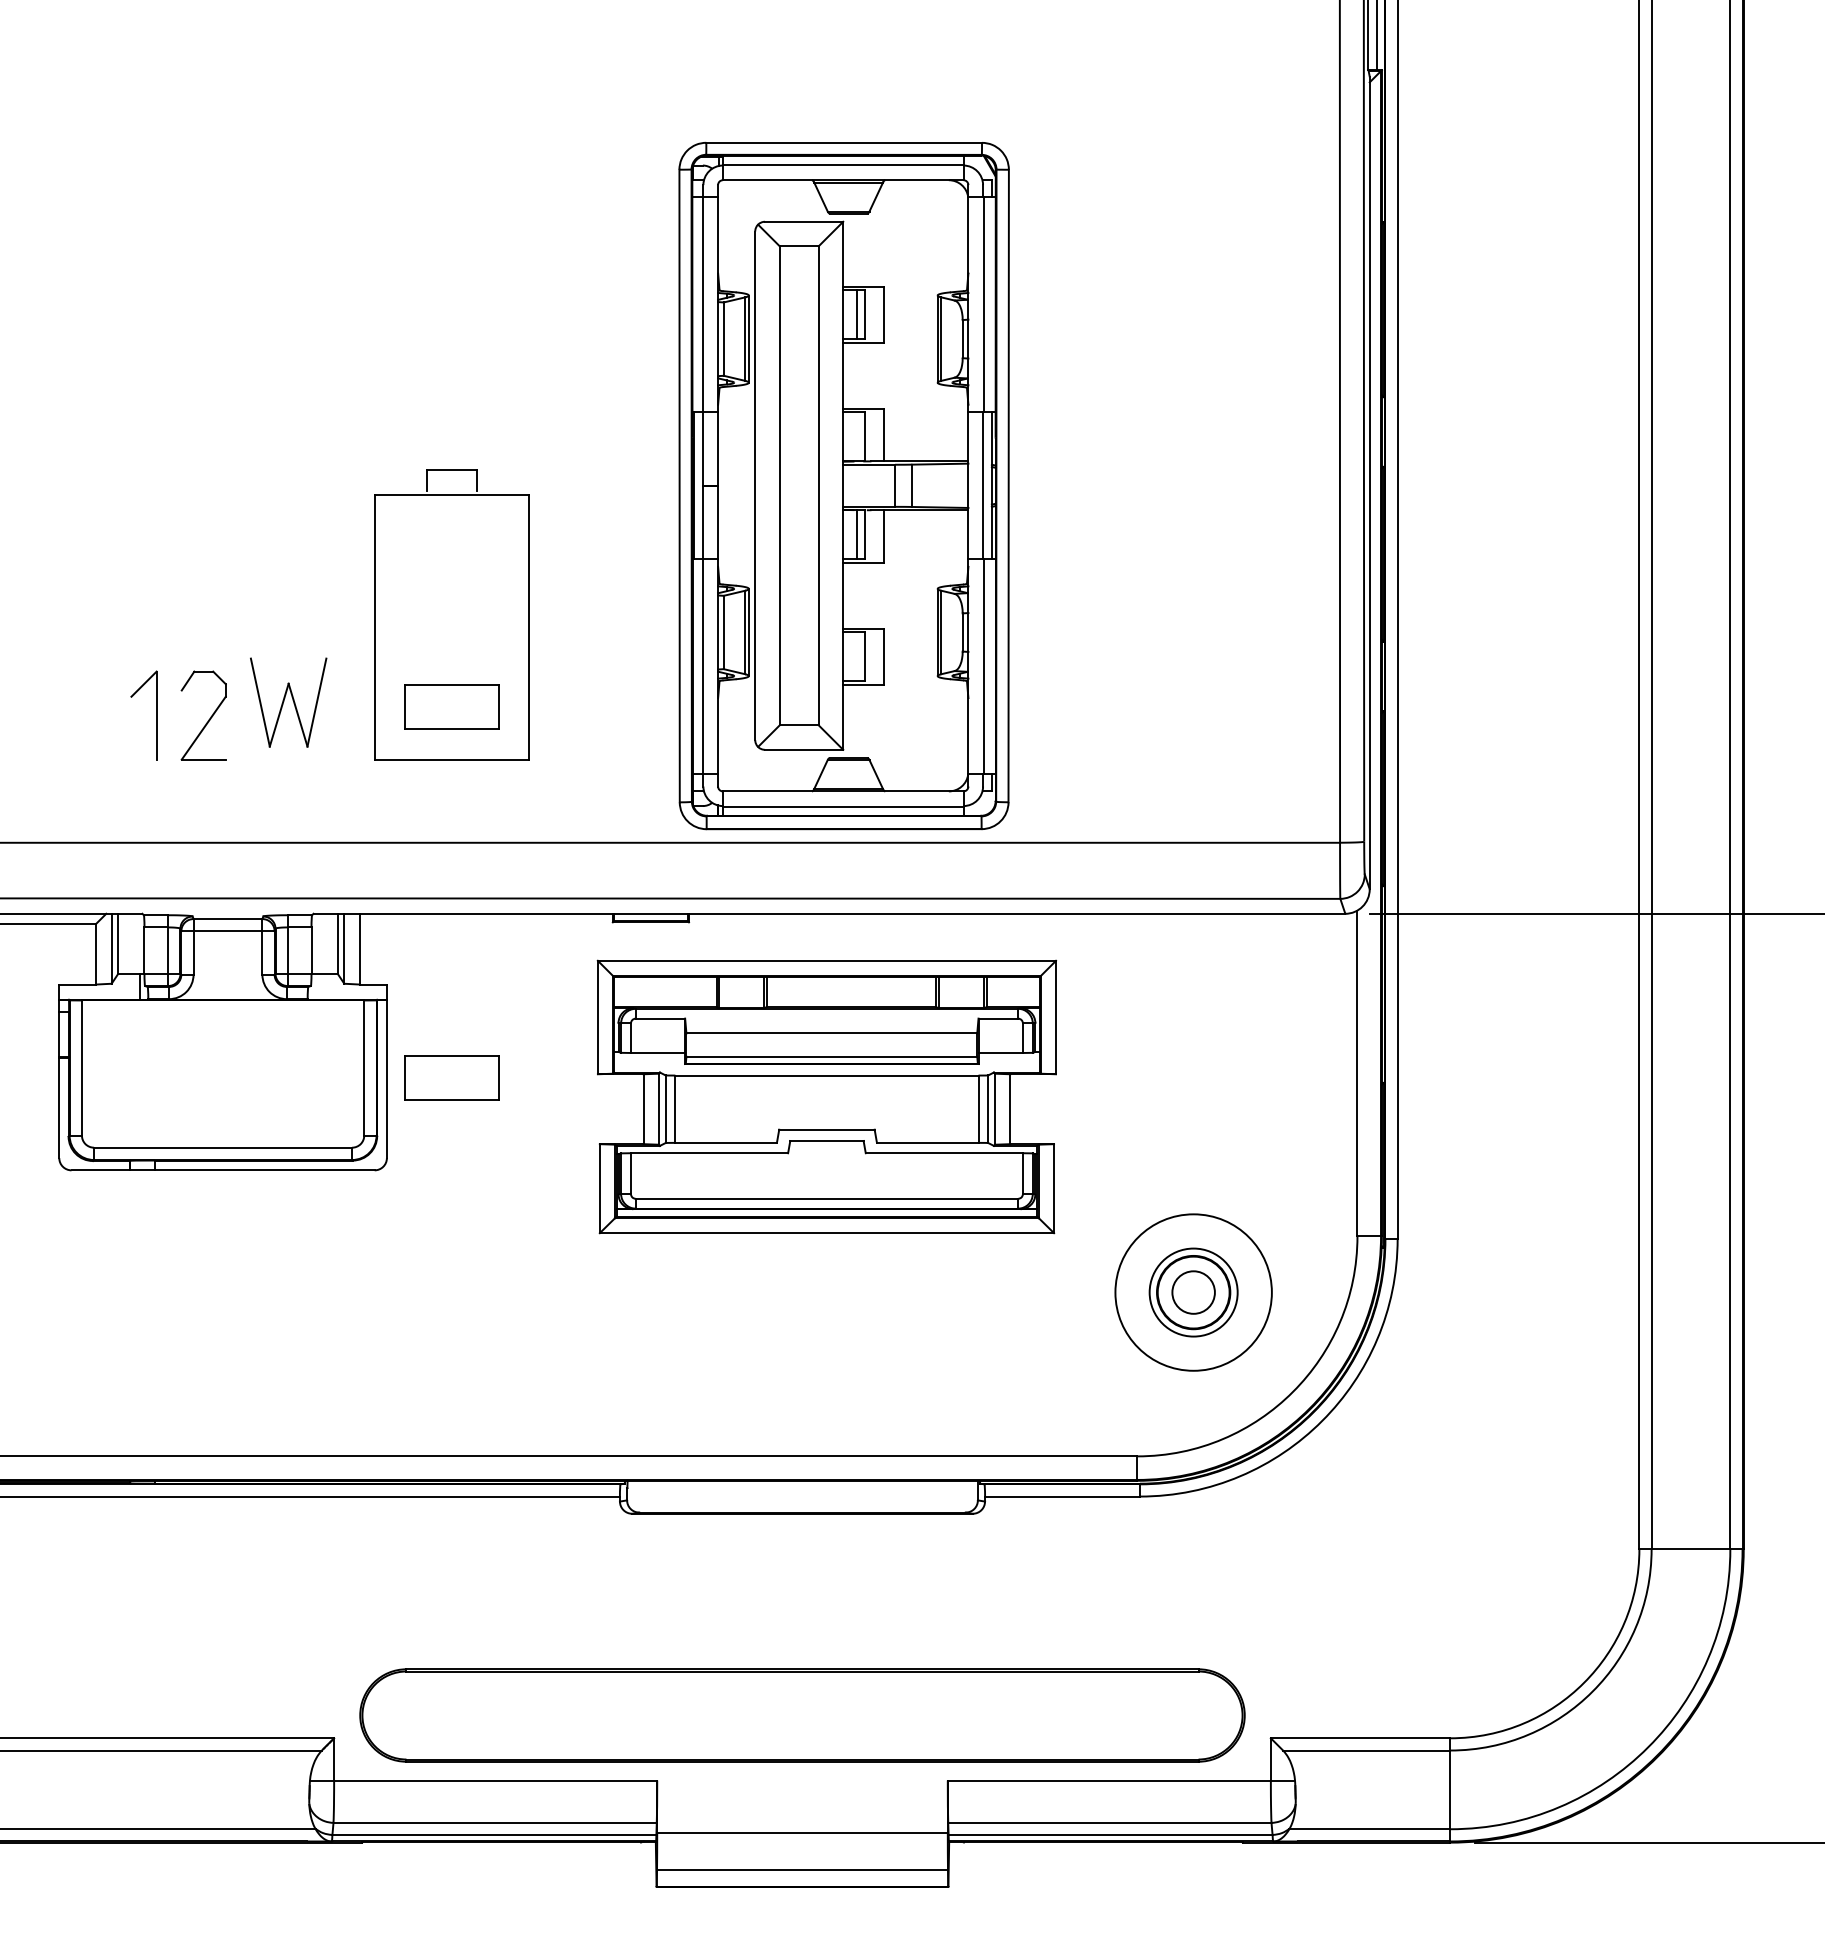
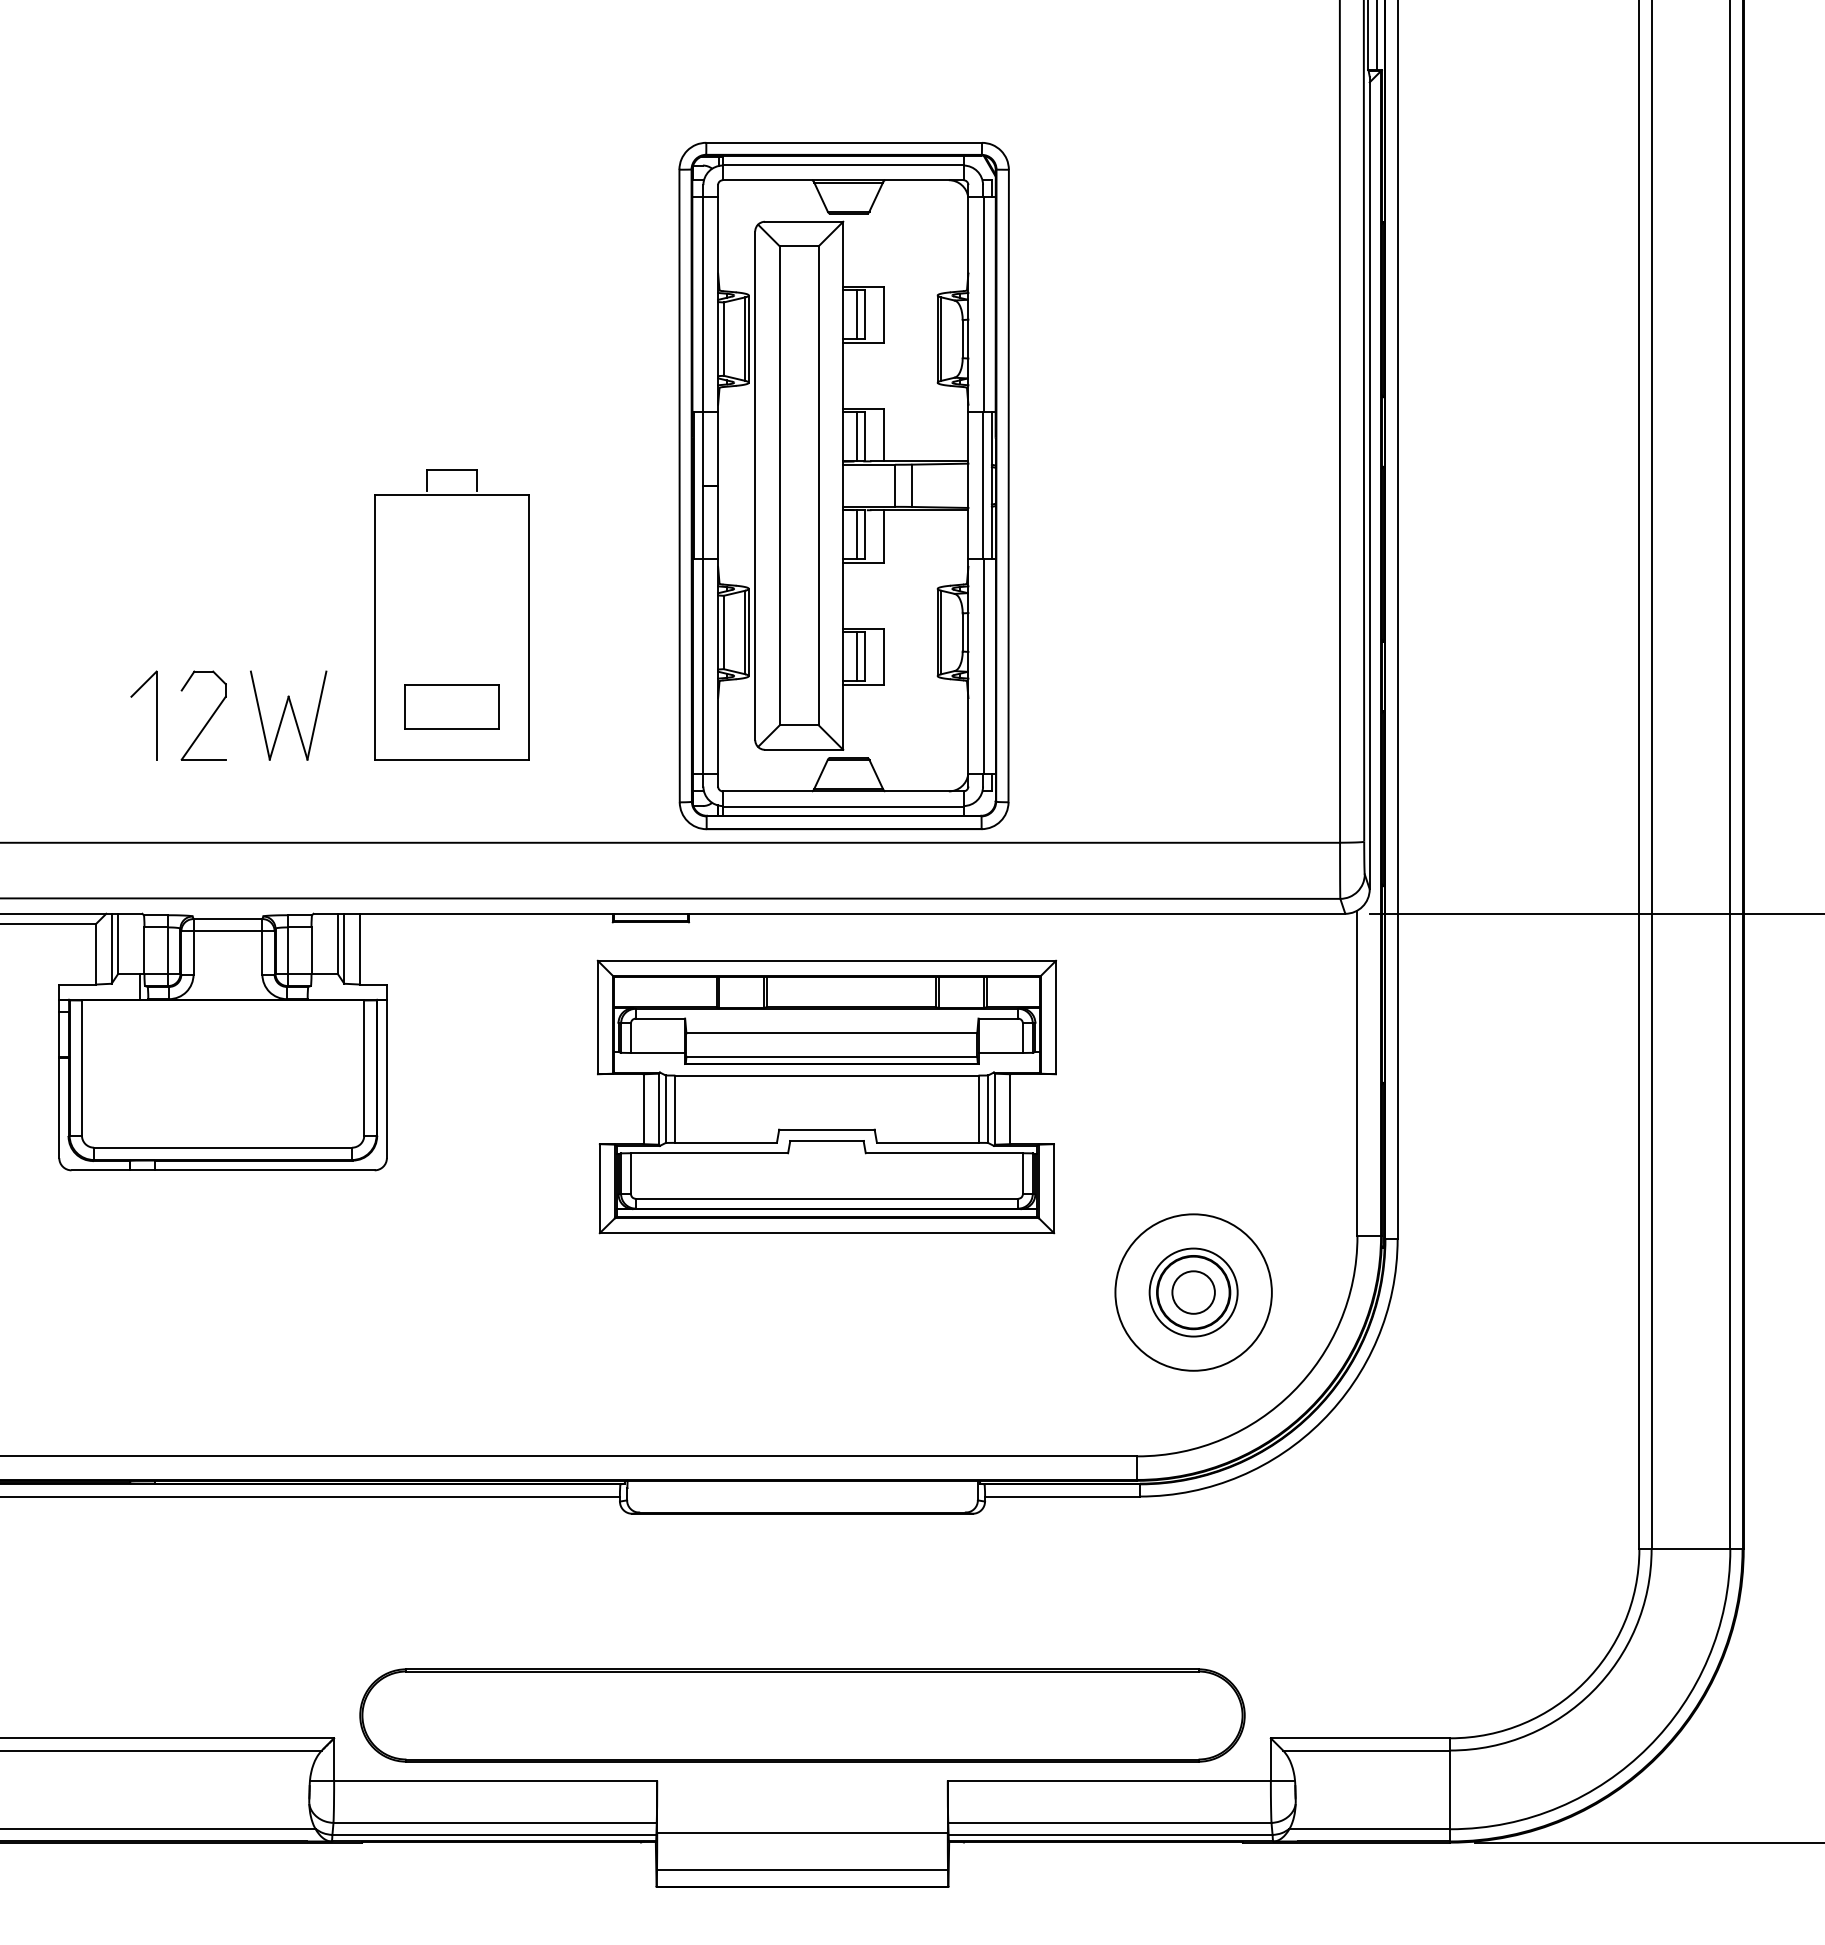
line at (856, 436): none -> present
line at (856, 656): none -> present
part at (288, 702) position: (288, 702) -> (288, 715)
part at (451, 1077): present -> none
